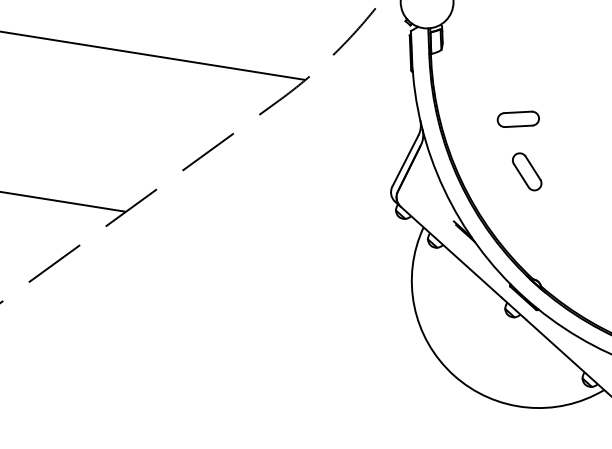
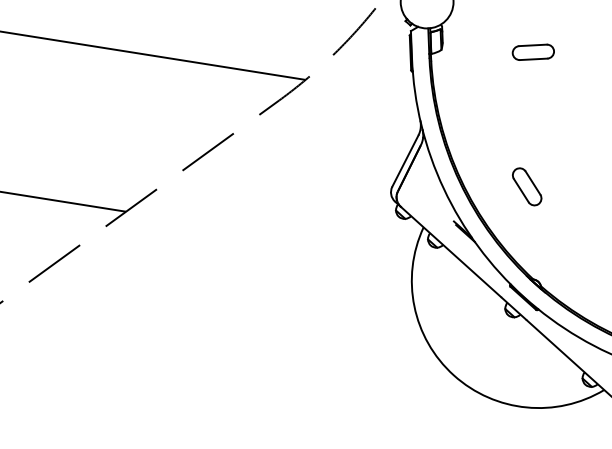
part at (517, 118) position: (517, 118) -> (532, 51)
part at (527, 171) position: (527, 171) -> (527, 186)
